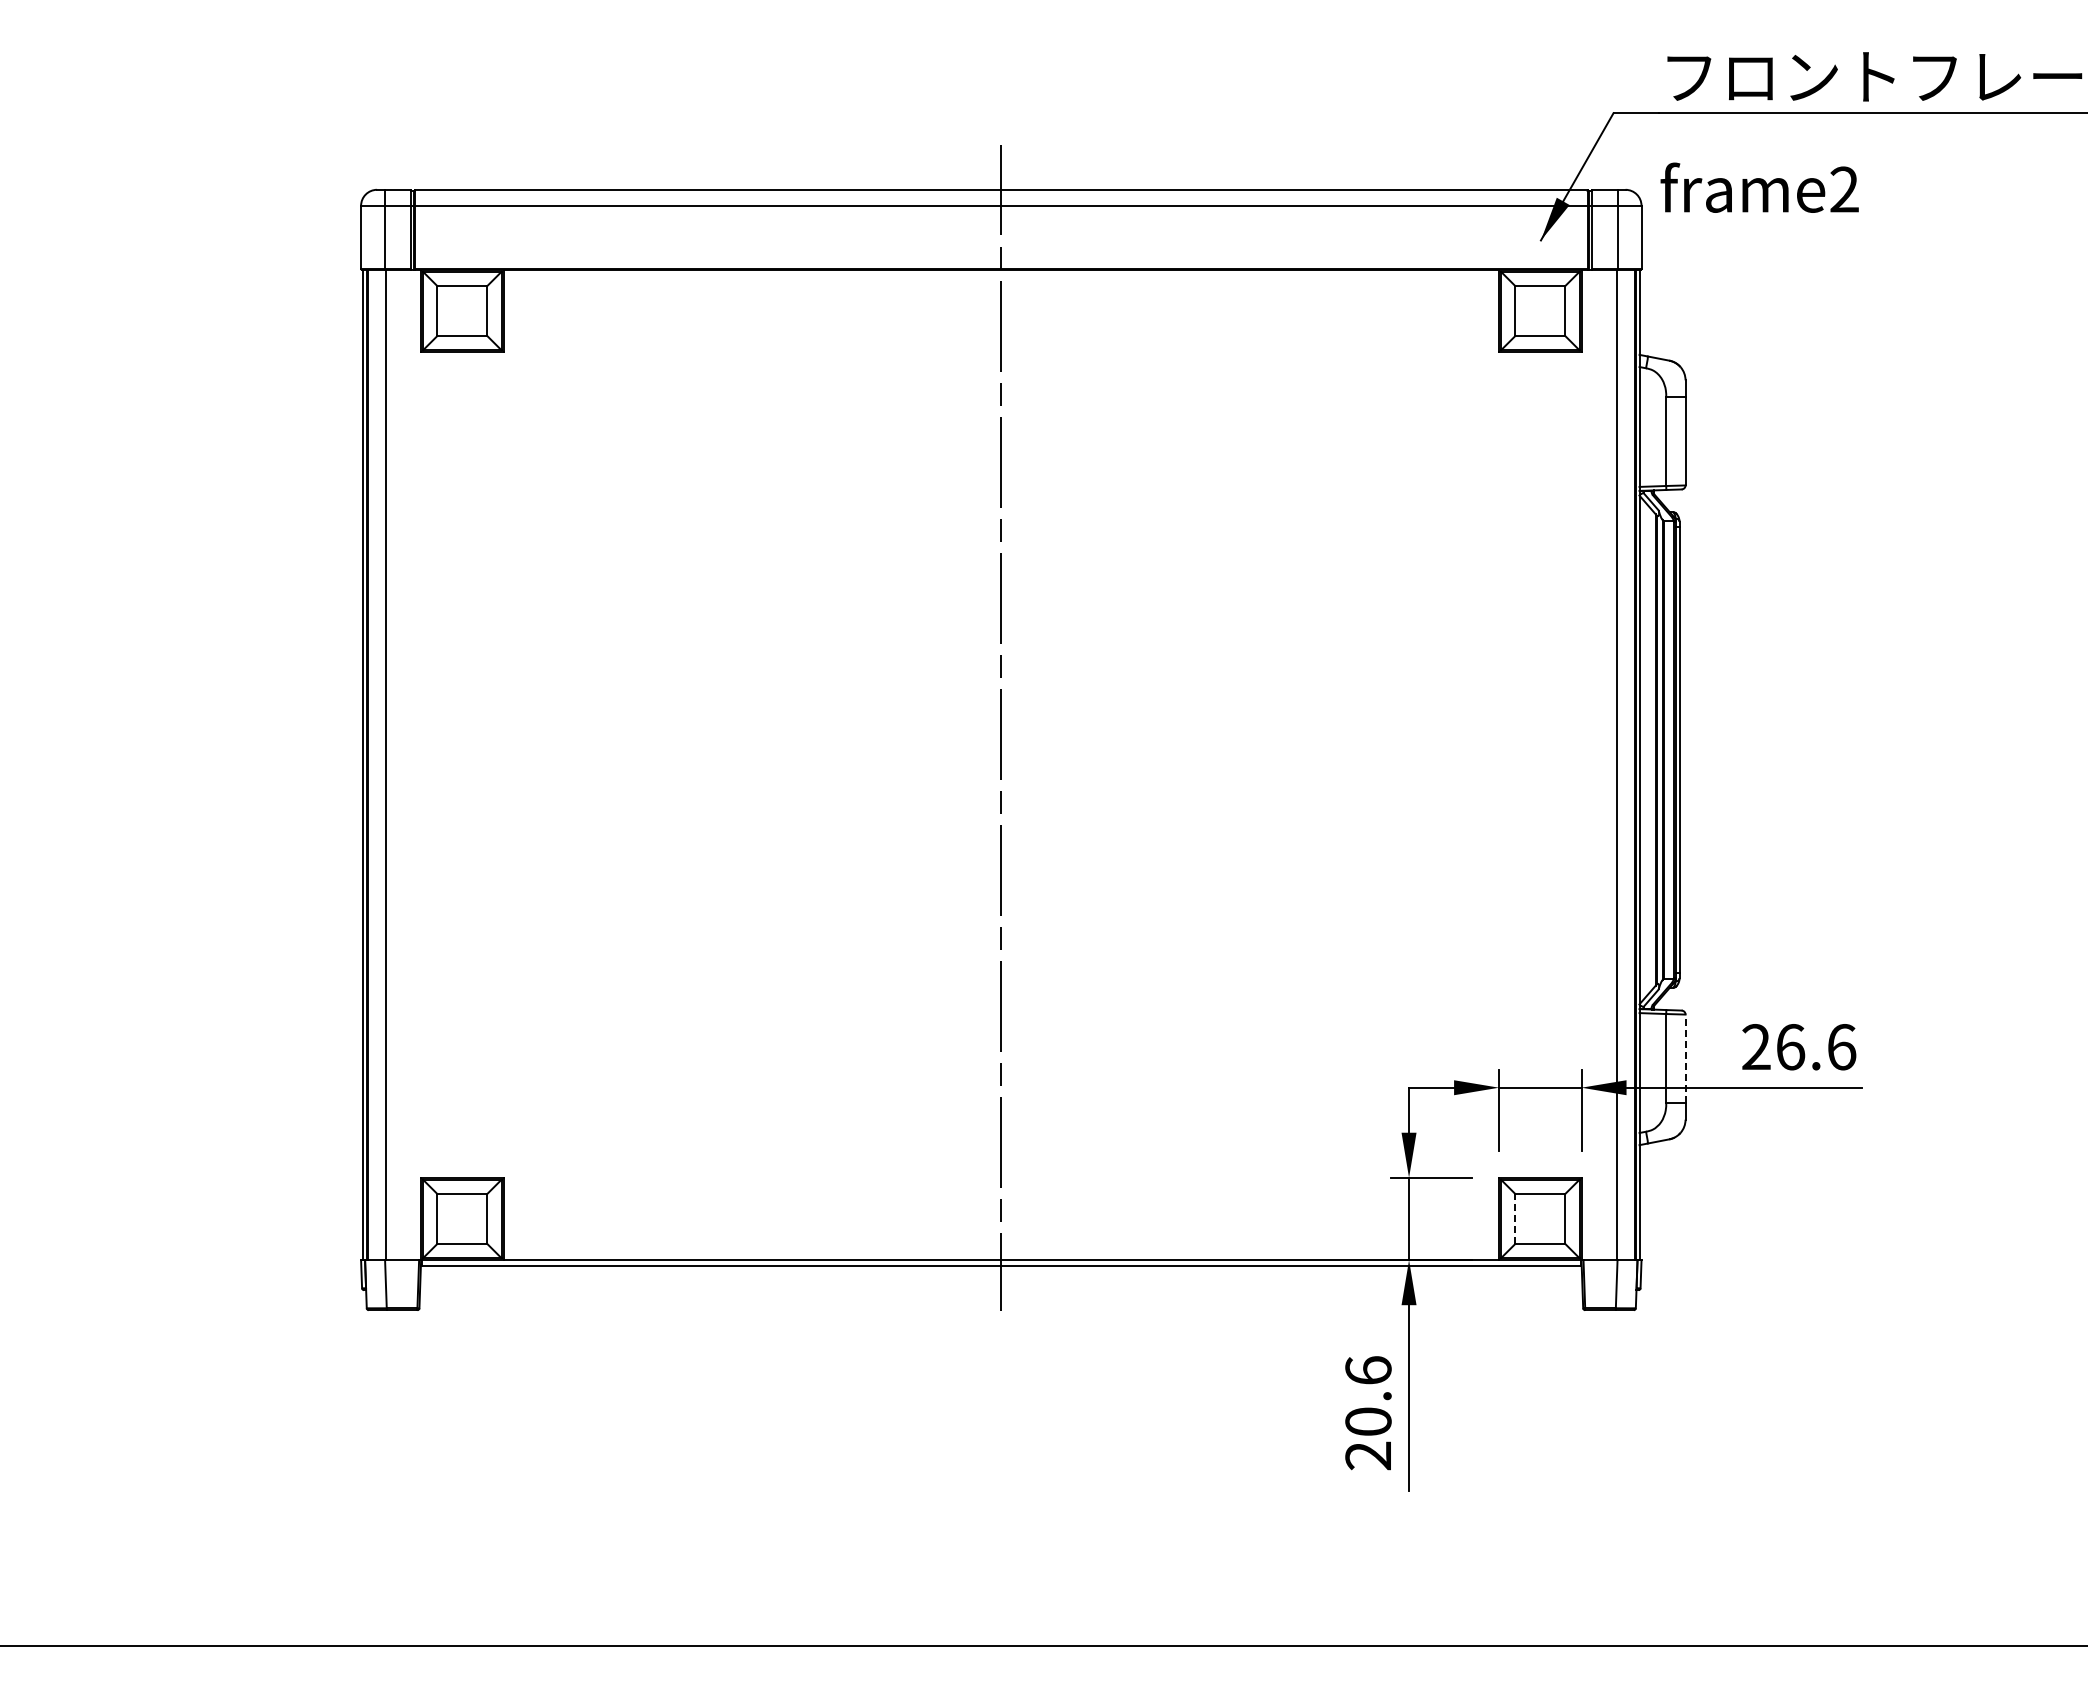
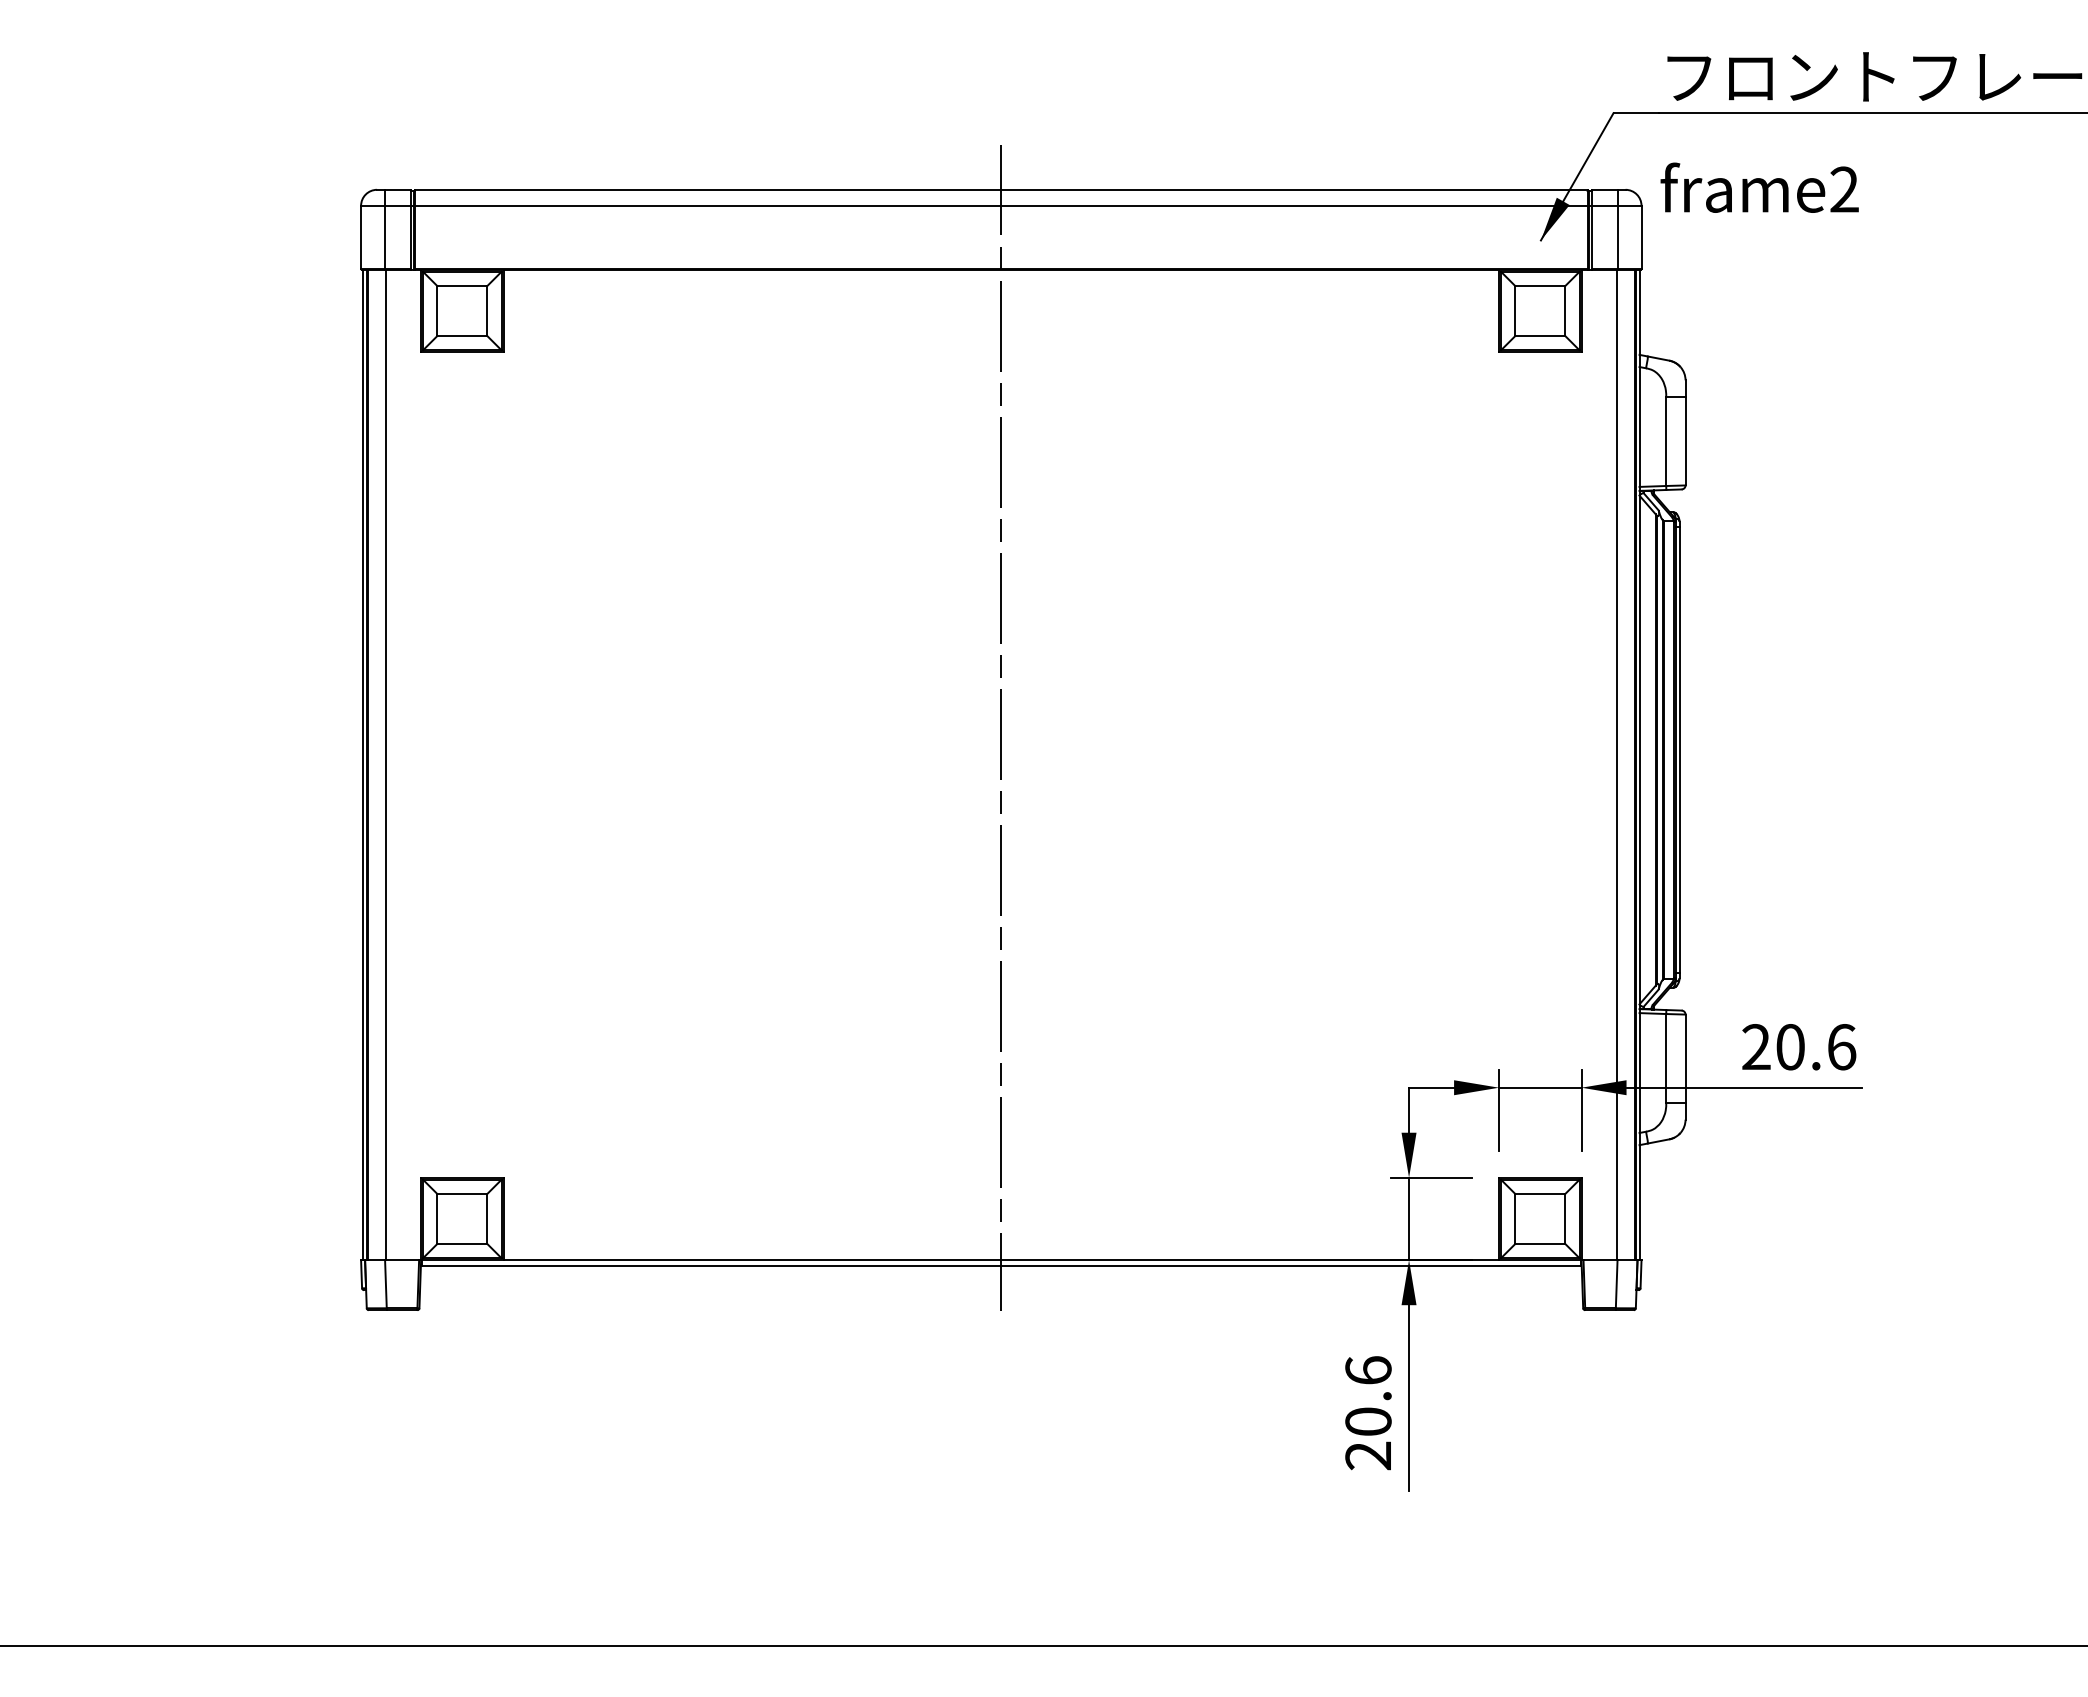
text at (1790, 1047): 26.6 -> 20.6
line at (1685, 1058): dashed -> solid
line at (1515, 1218): dashed -> solid
